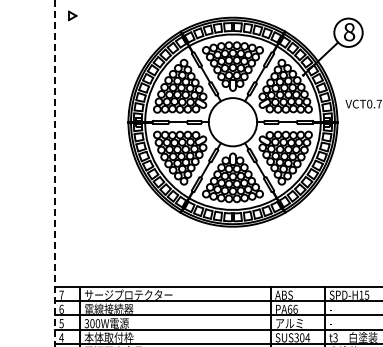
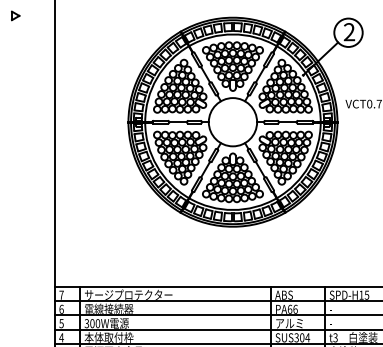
part at (72, 15) position: (72, 15) -> (15, 15)
text at (349, 32): 8 -> 2
line at (54, 174): dashed -> solid
